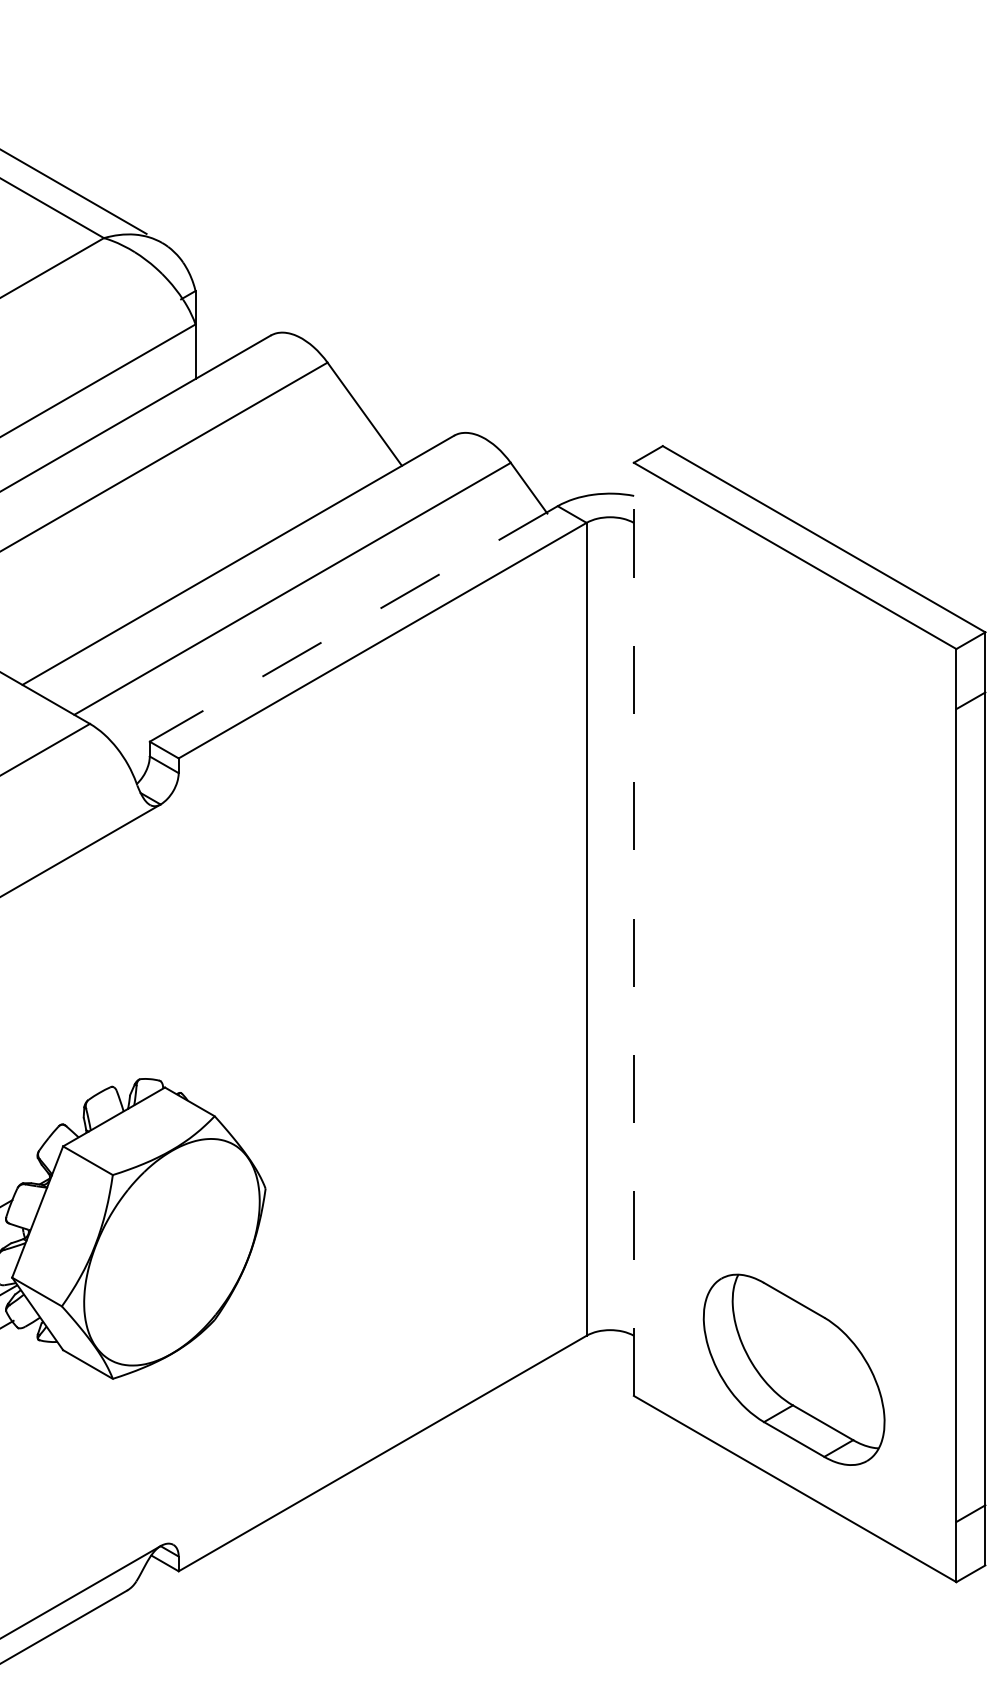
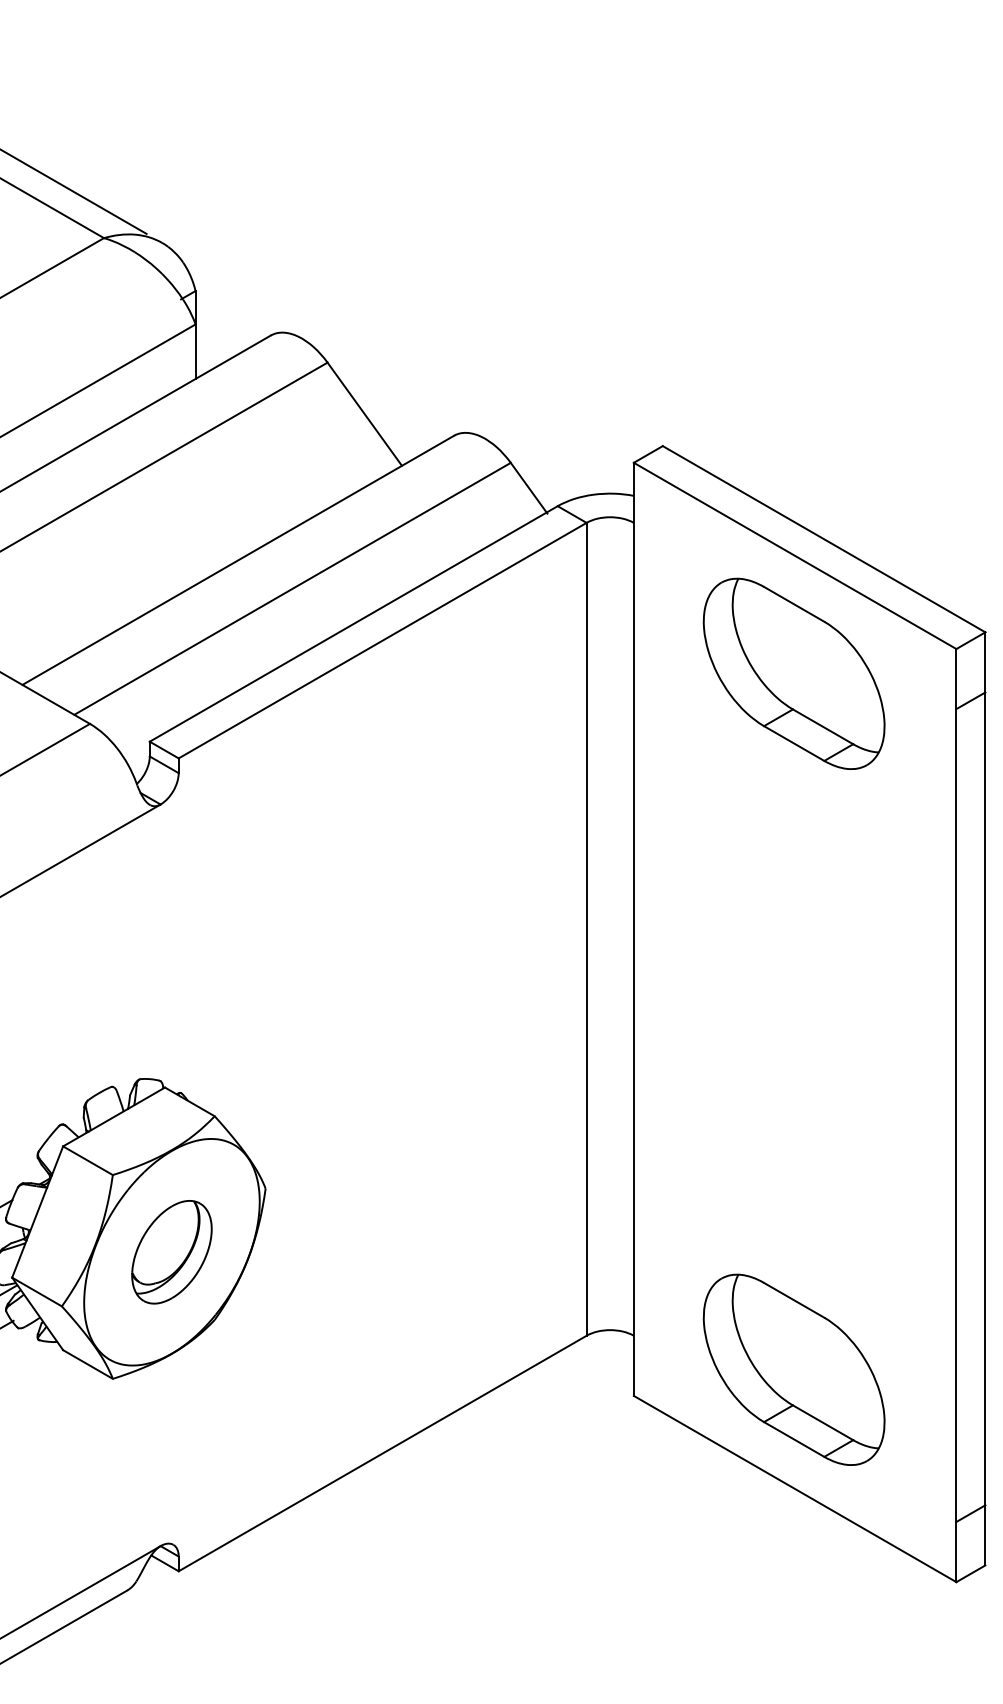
line at (353, 623): dashed -> solid
part at (793, 673): none -> present
line at (633, 929): dashed -> solid
part at (171, 1252): none -> present
